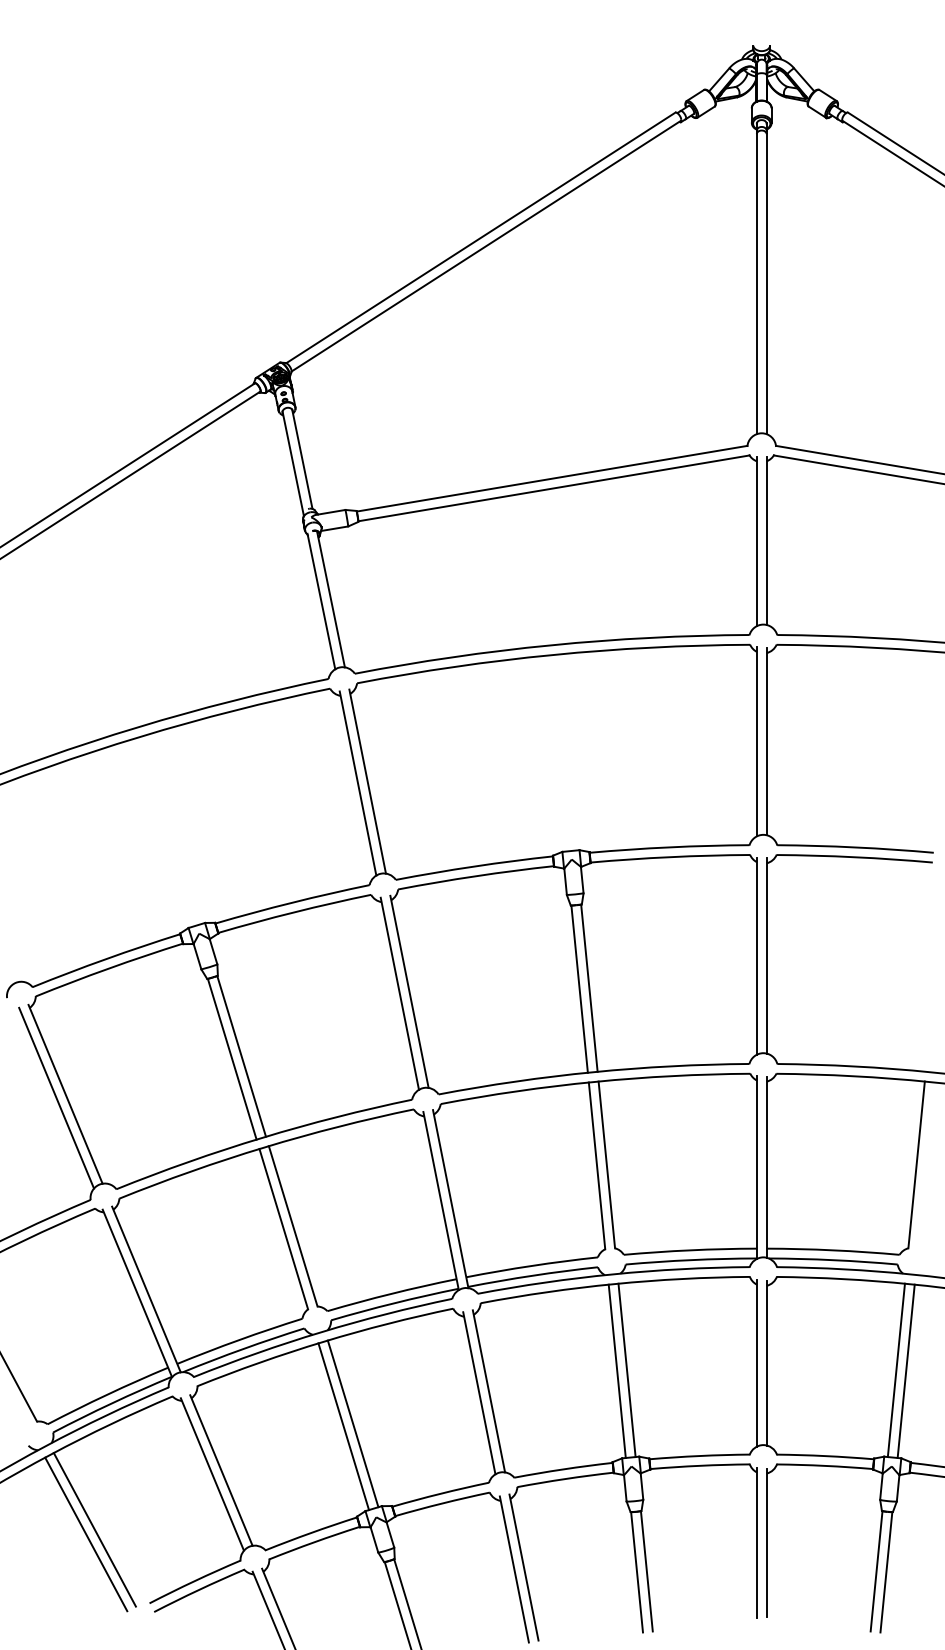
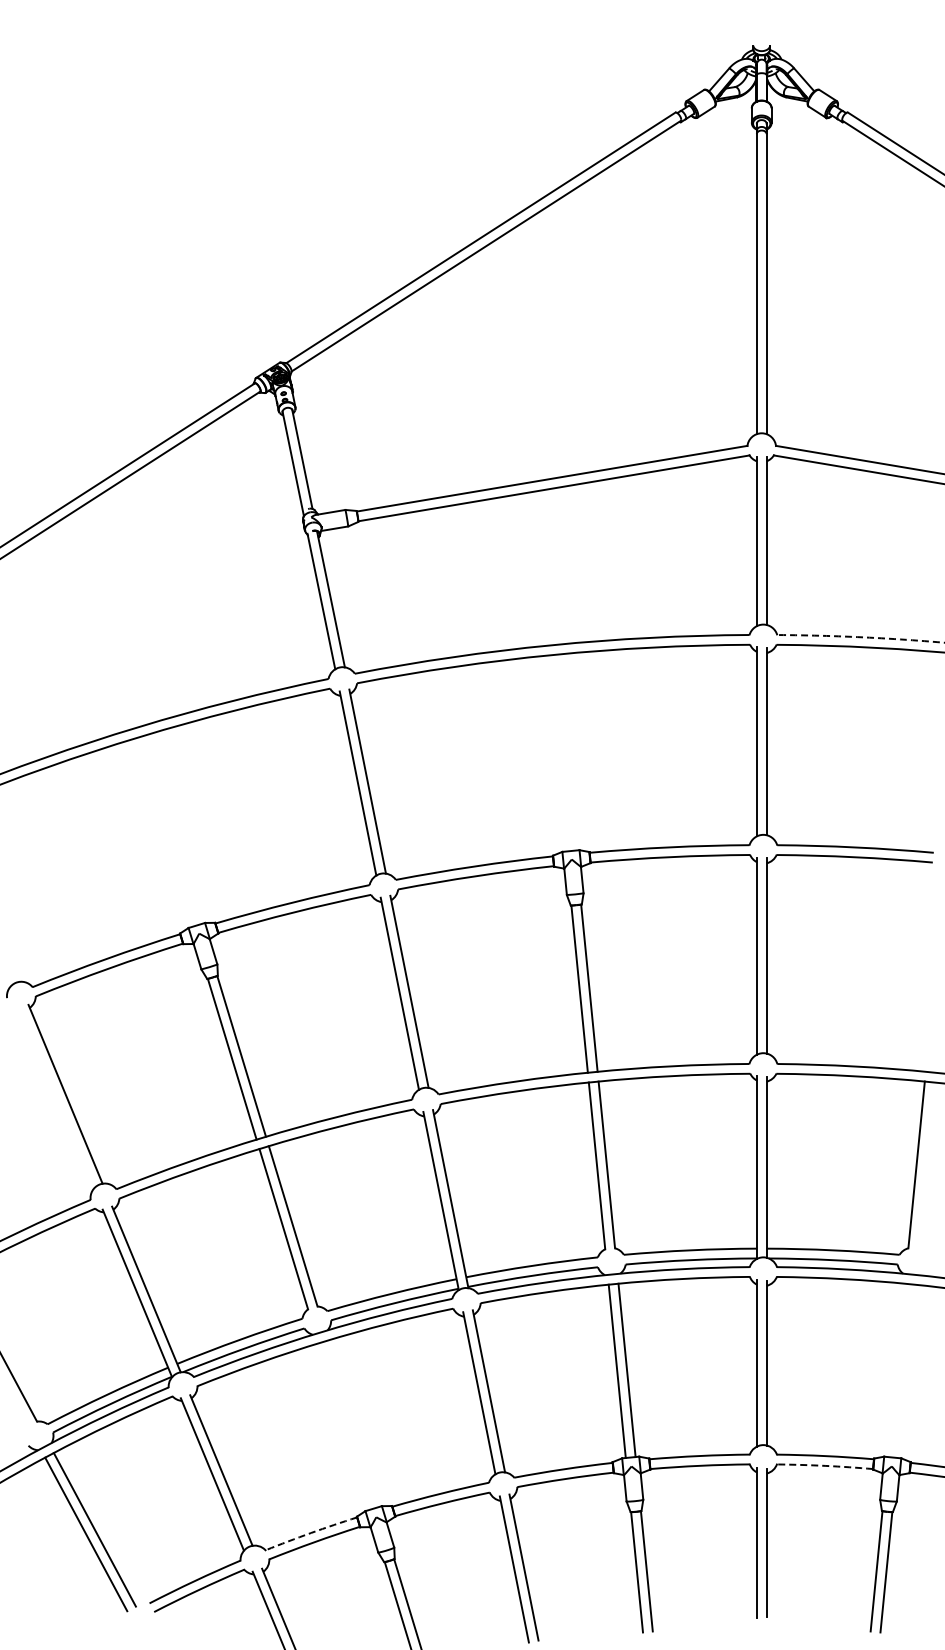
arc at (860, 637): solid -> dashed
line at (56, 1097): present -> none
line at (895, 1370): present -> none
line at (905, 1370): present -> none
line at (352, 1423): present -> none
line at (343, 1426): present -> none
arc at (825, 1465): solid -> dashed
arc at (311, 1533): solid -> dashed
